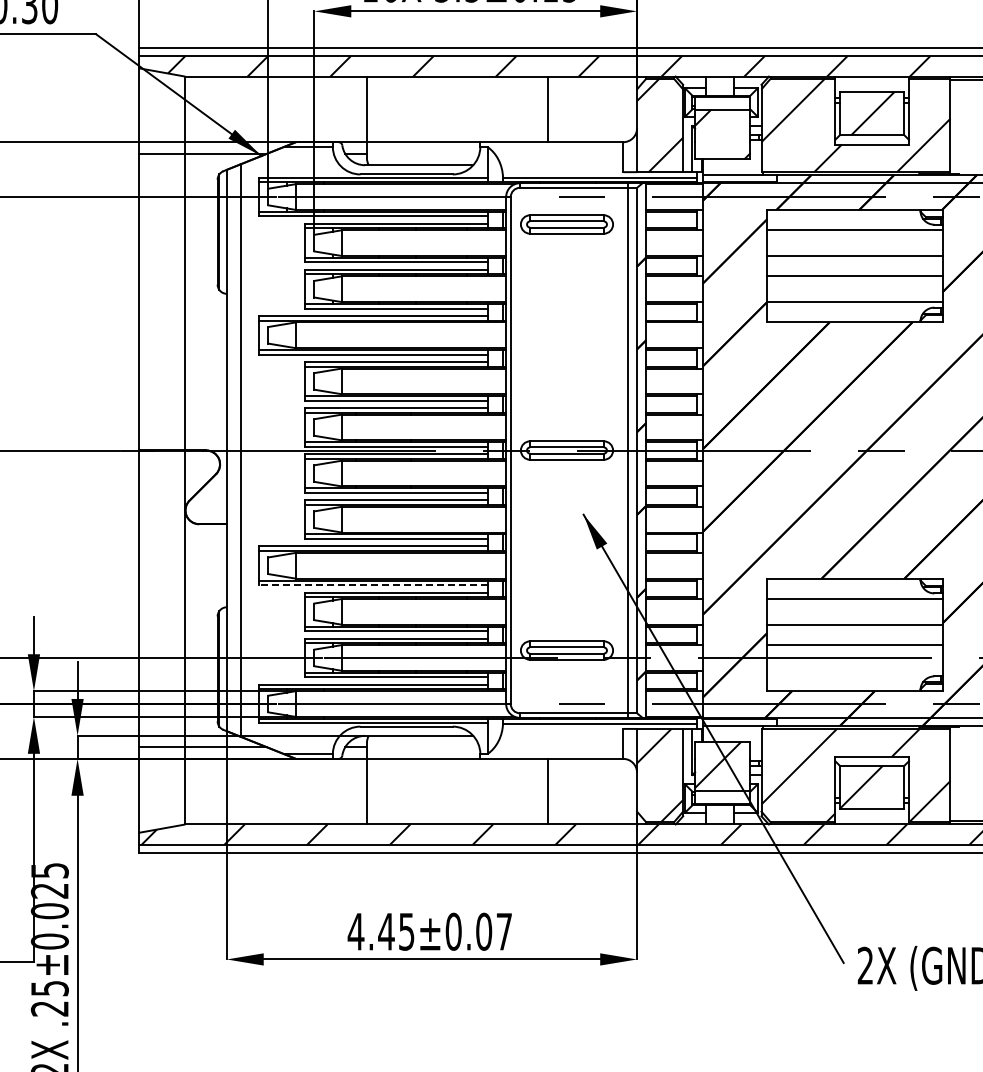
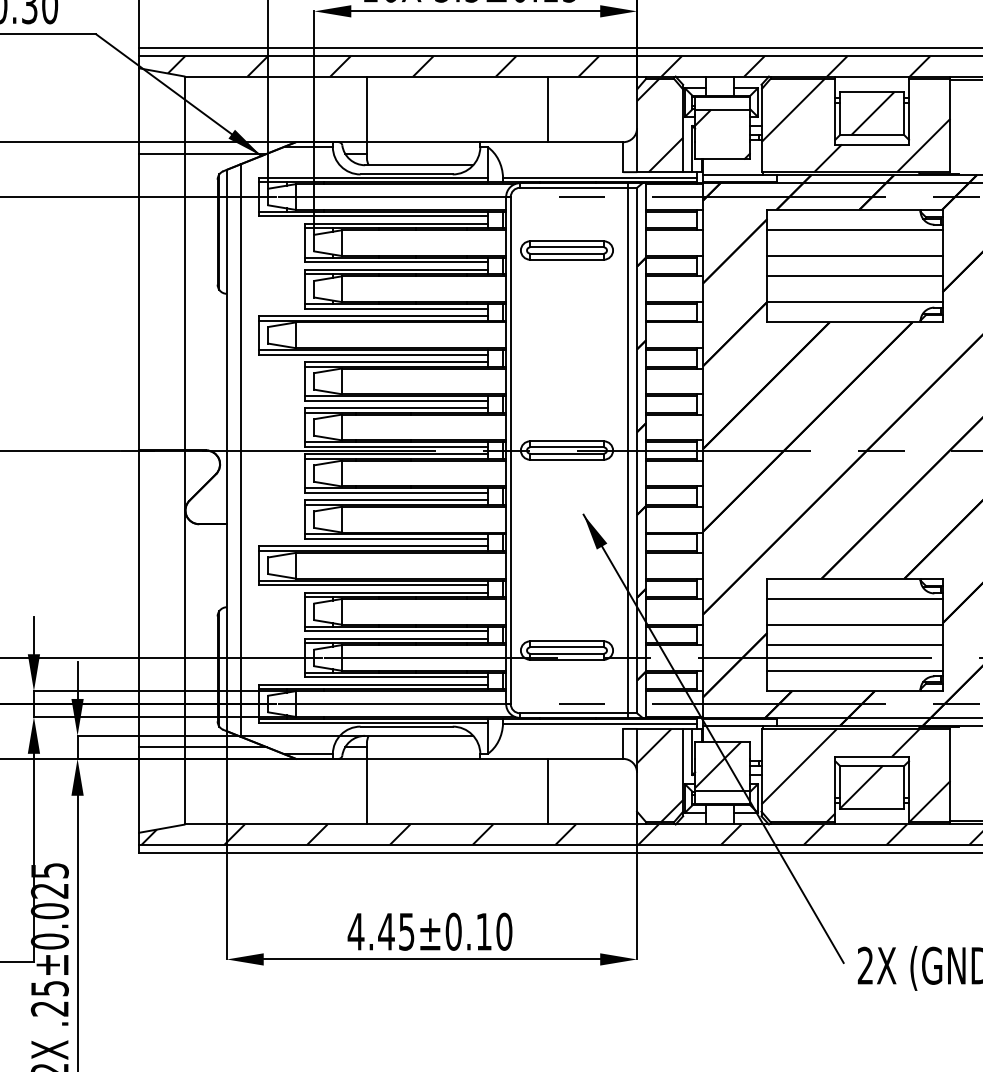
part at (566, 224) position: (566, 224) -> (566, 250)
line at (372, 585): dashed -> solid
line at (854, 670): none -> present
text at (494, 931): 4.45±0.07 -> 4.45±0.10
